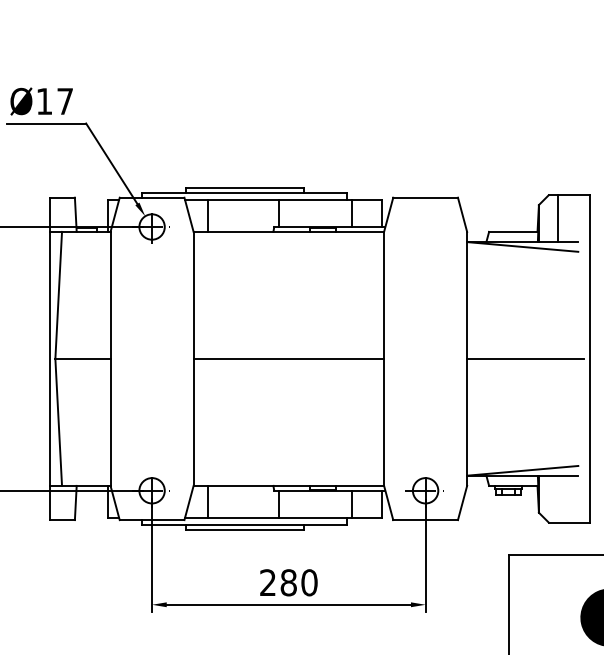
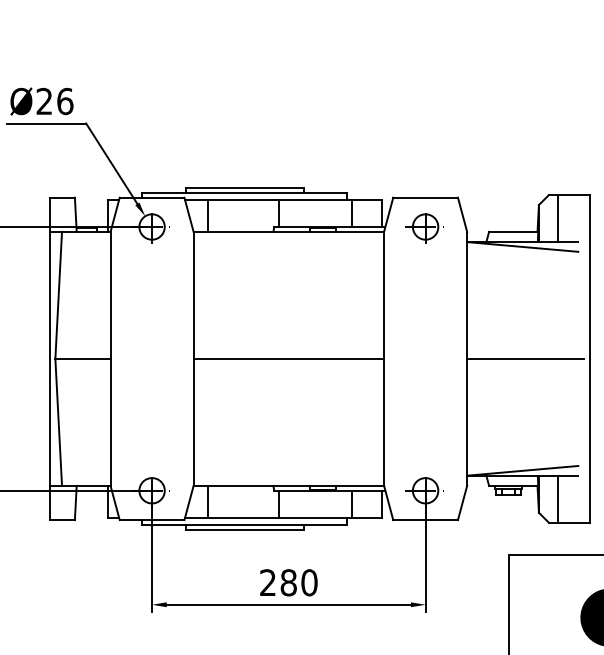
text at (54, 101): Ø17 -> Ø26
part at (424, 228): none -> present
line at (558, 499): none -> present
